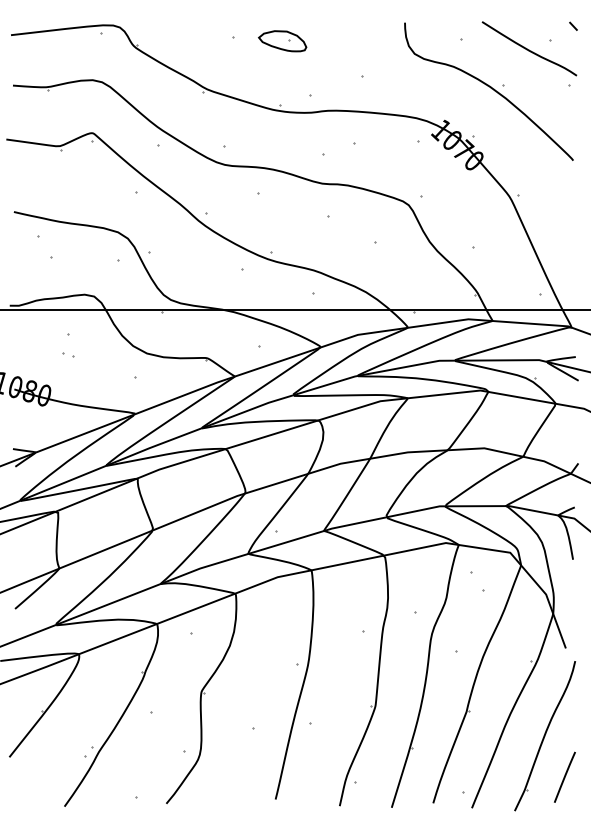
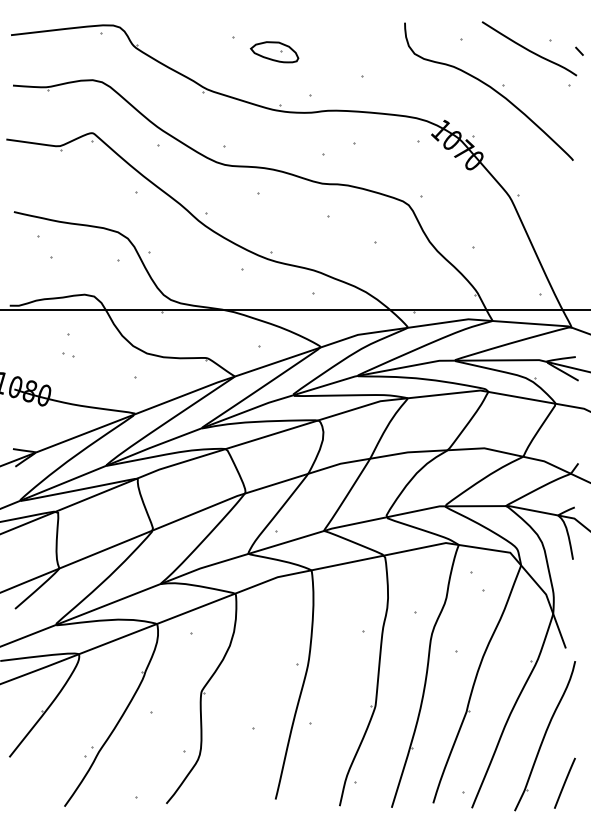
line at (573, 25) position: (573, 25) -> (579, 50)
part at (282, 41) position: (282, 41) -> (274, 52)
line at (564, 776) position: (564, 776) -> (564, 782)
